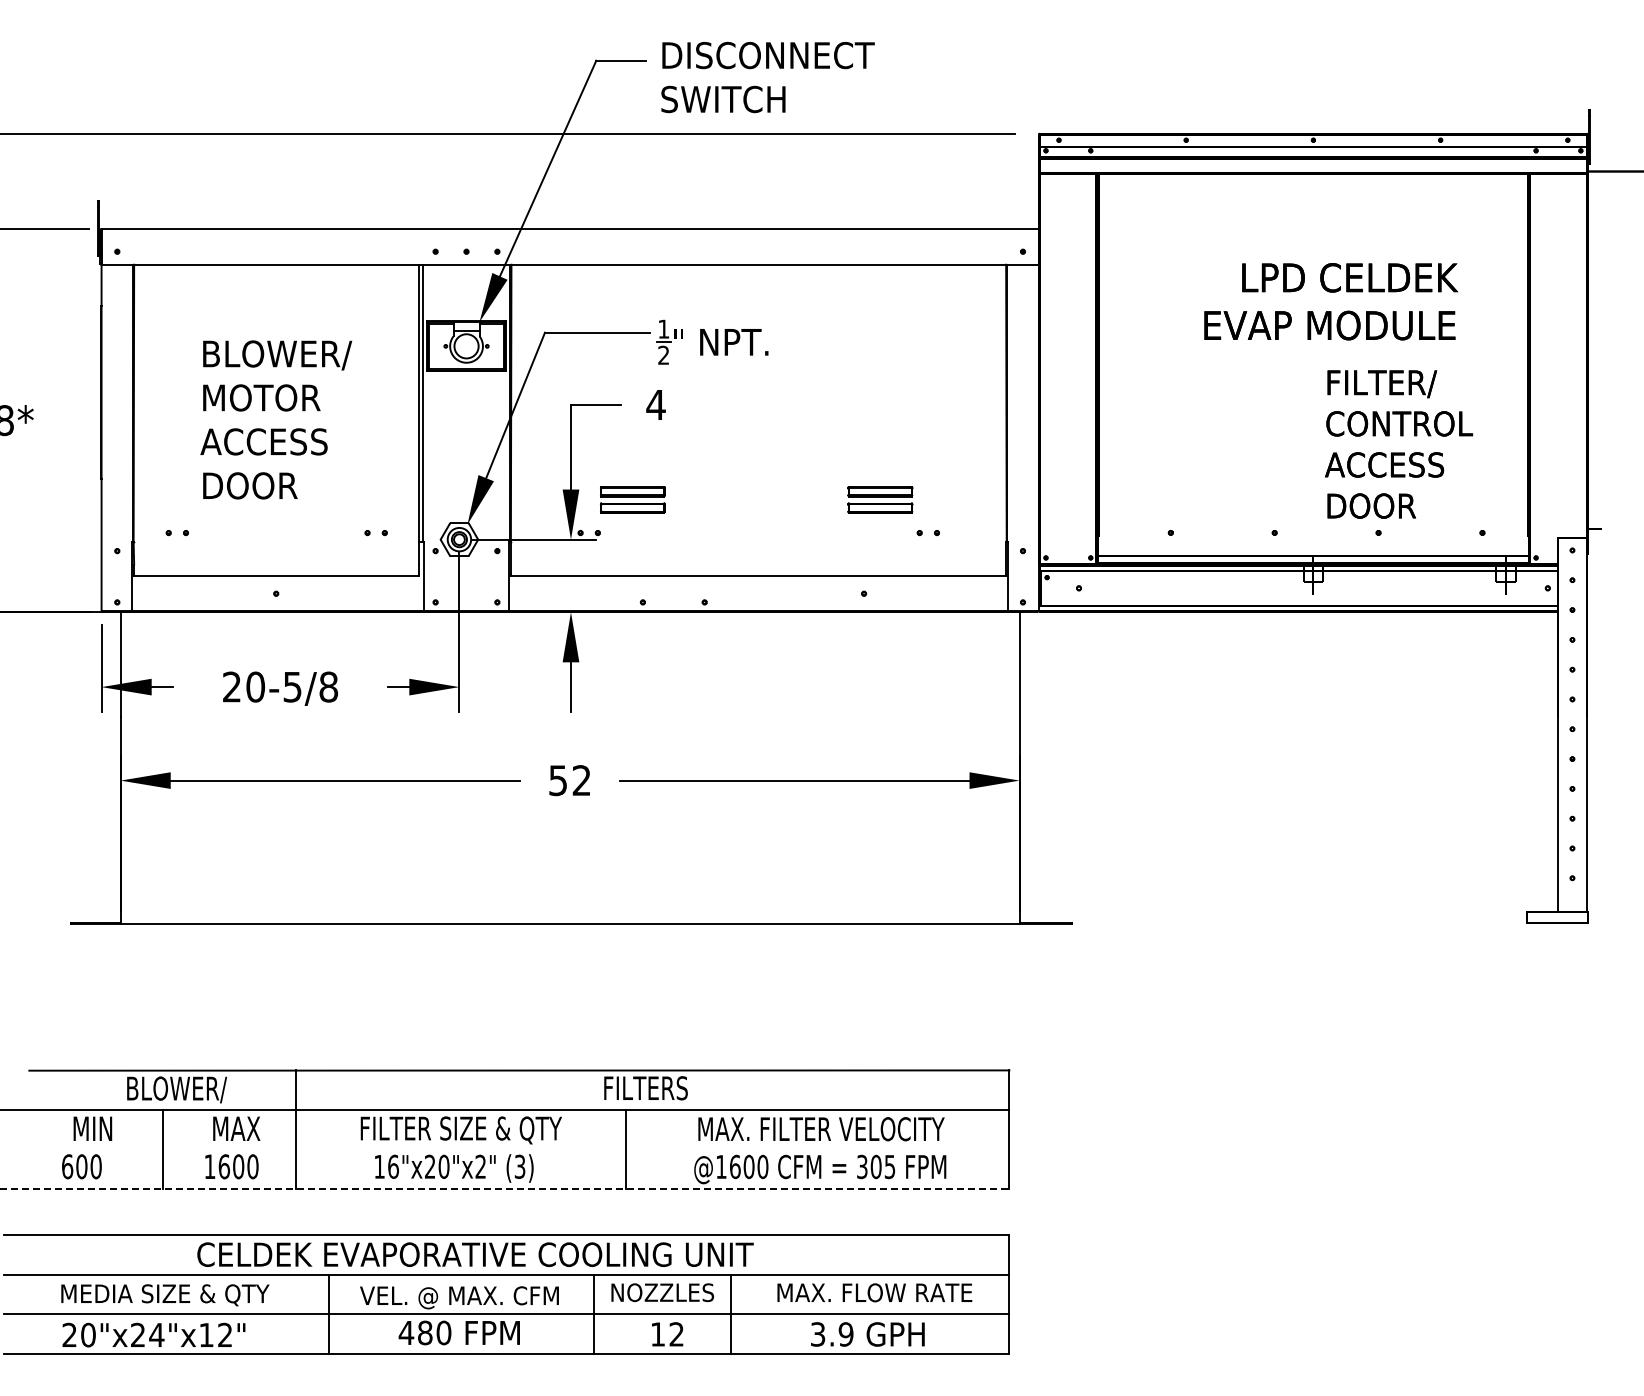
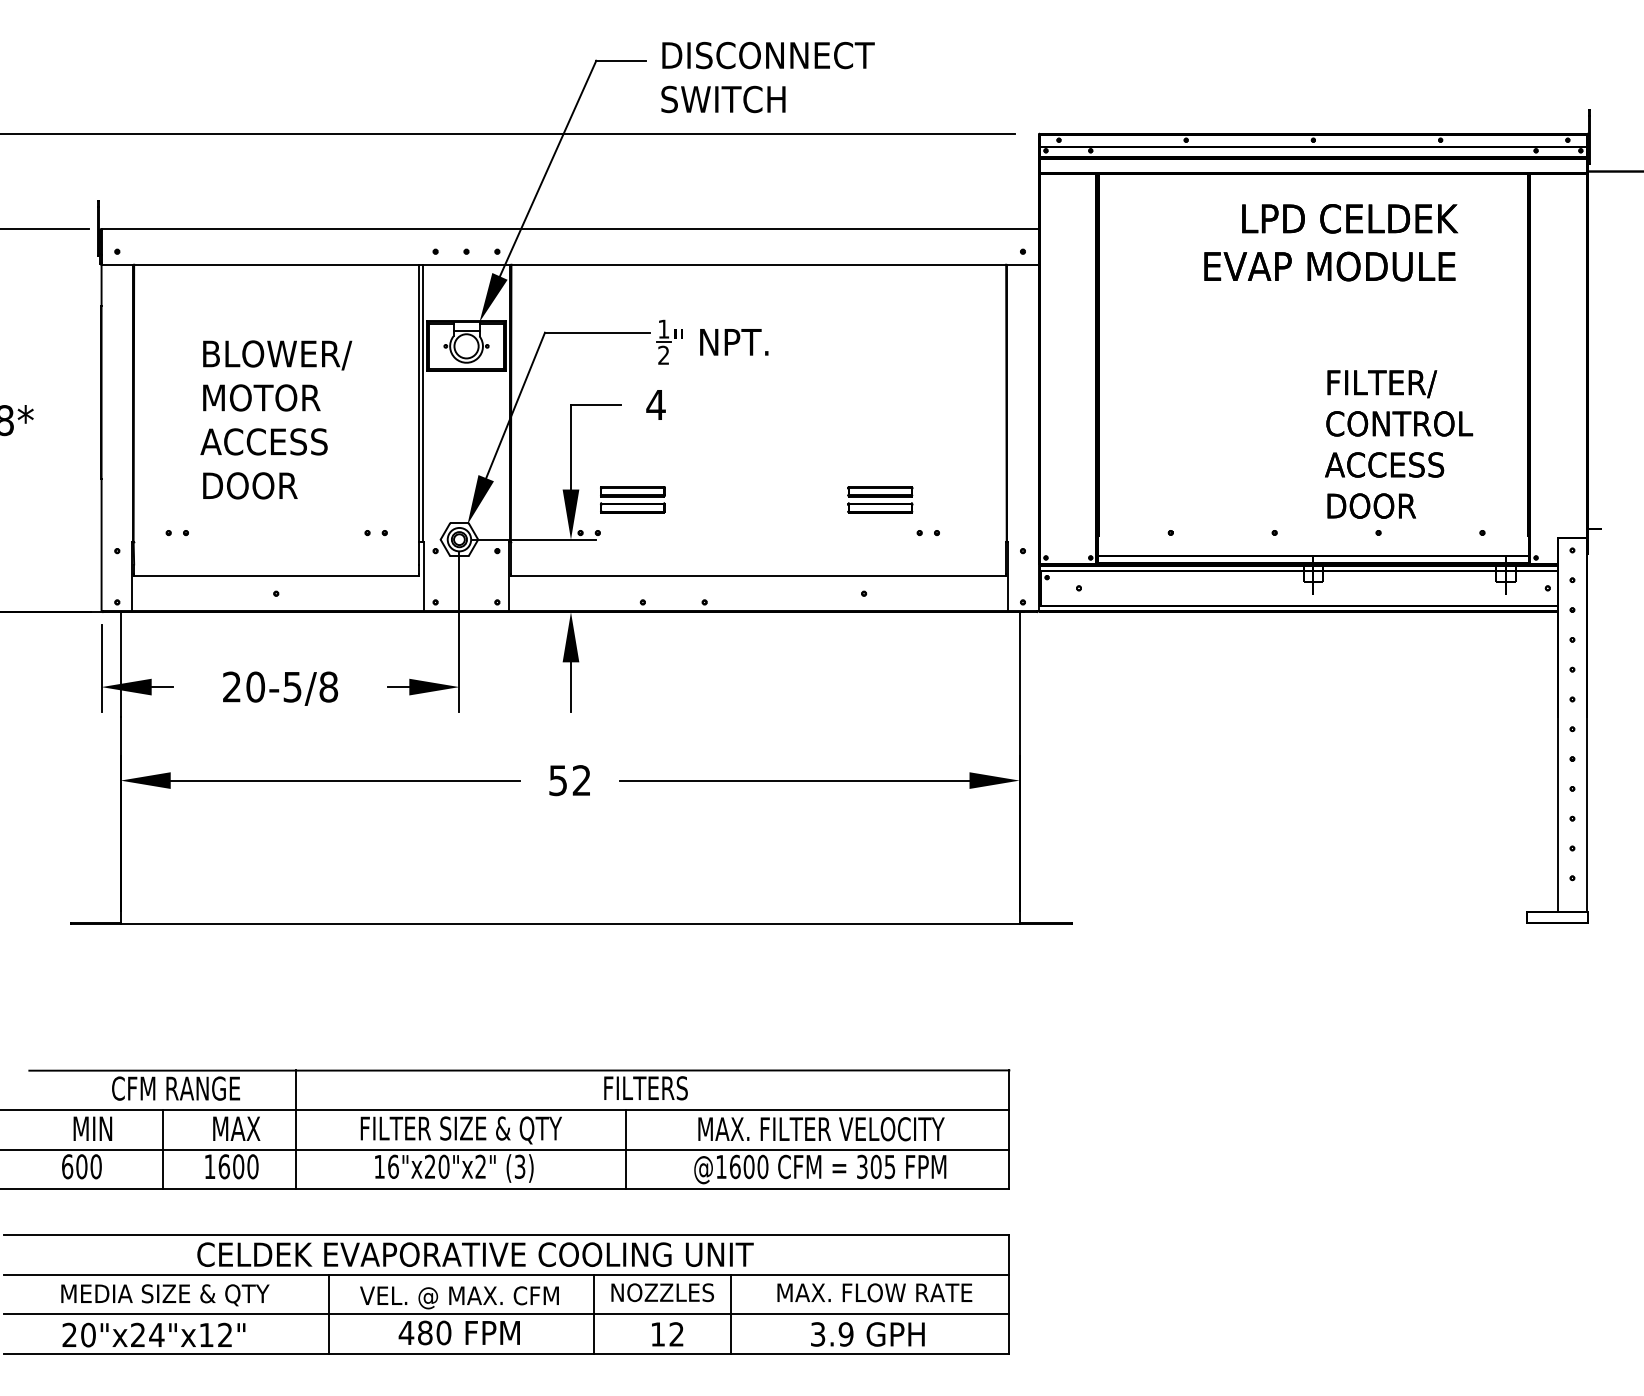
text at (1331, 301) position: (1331, 301) -> (1331, 242)
text at (176, 1089): BLOWER/ -> CFM RANGE
line at (505, 1149): none -> present
line at (505, 1188): dashed -> solid
